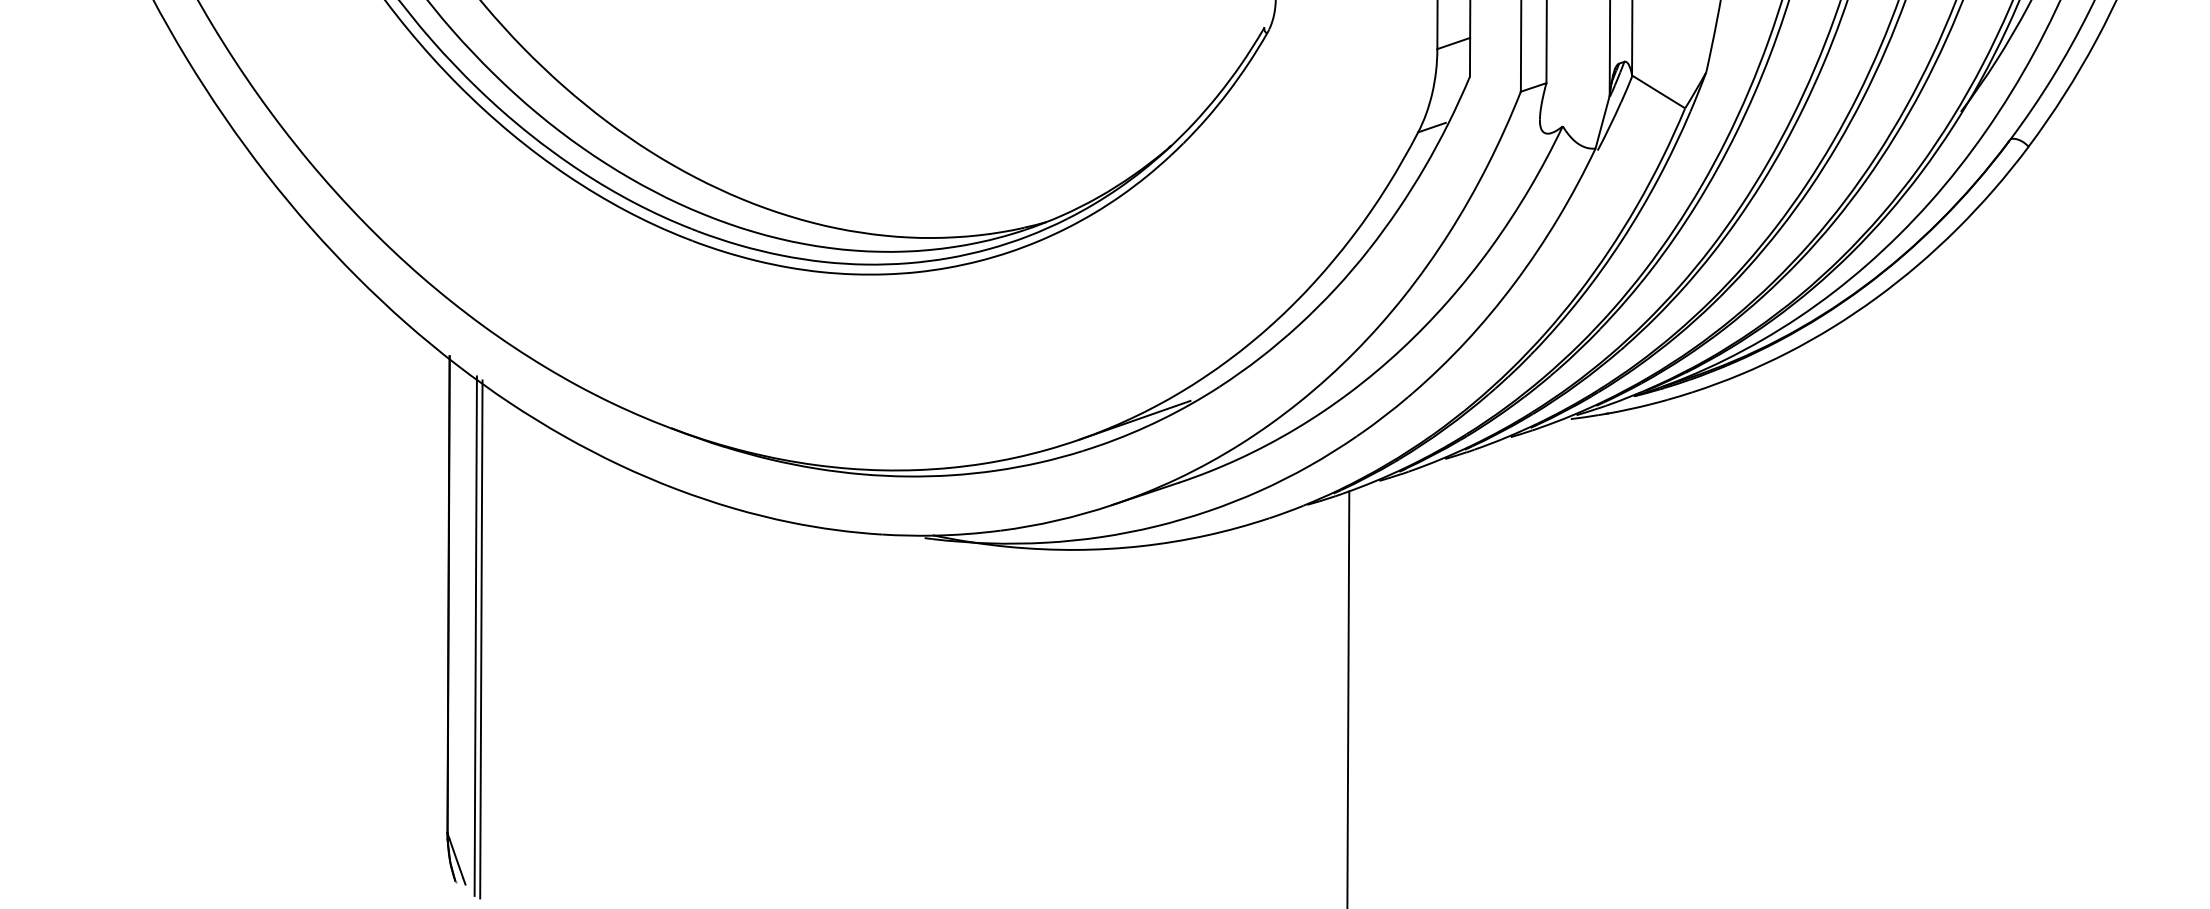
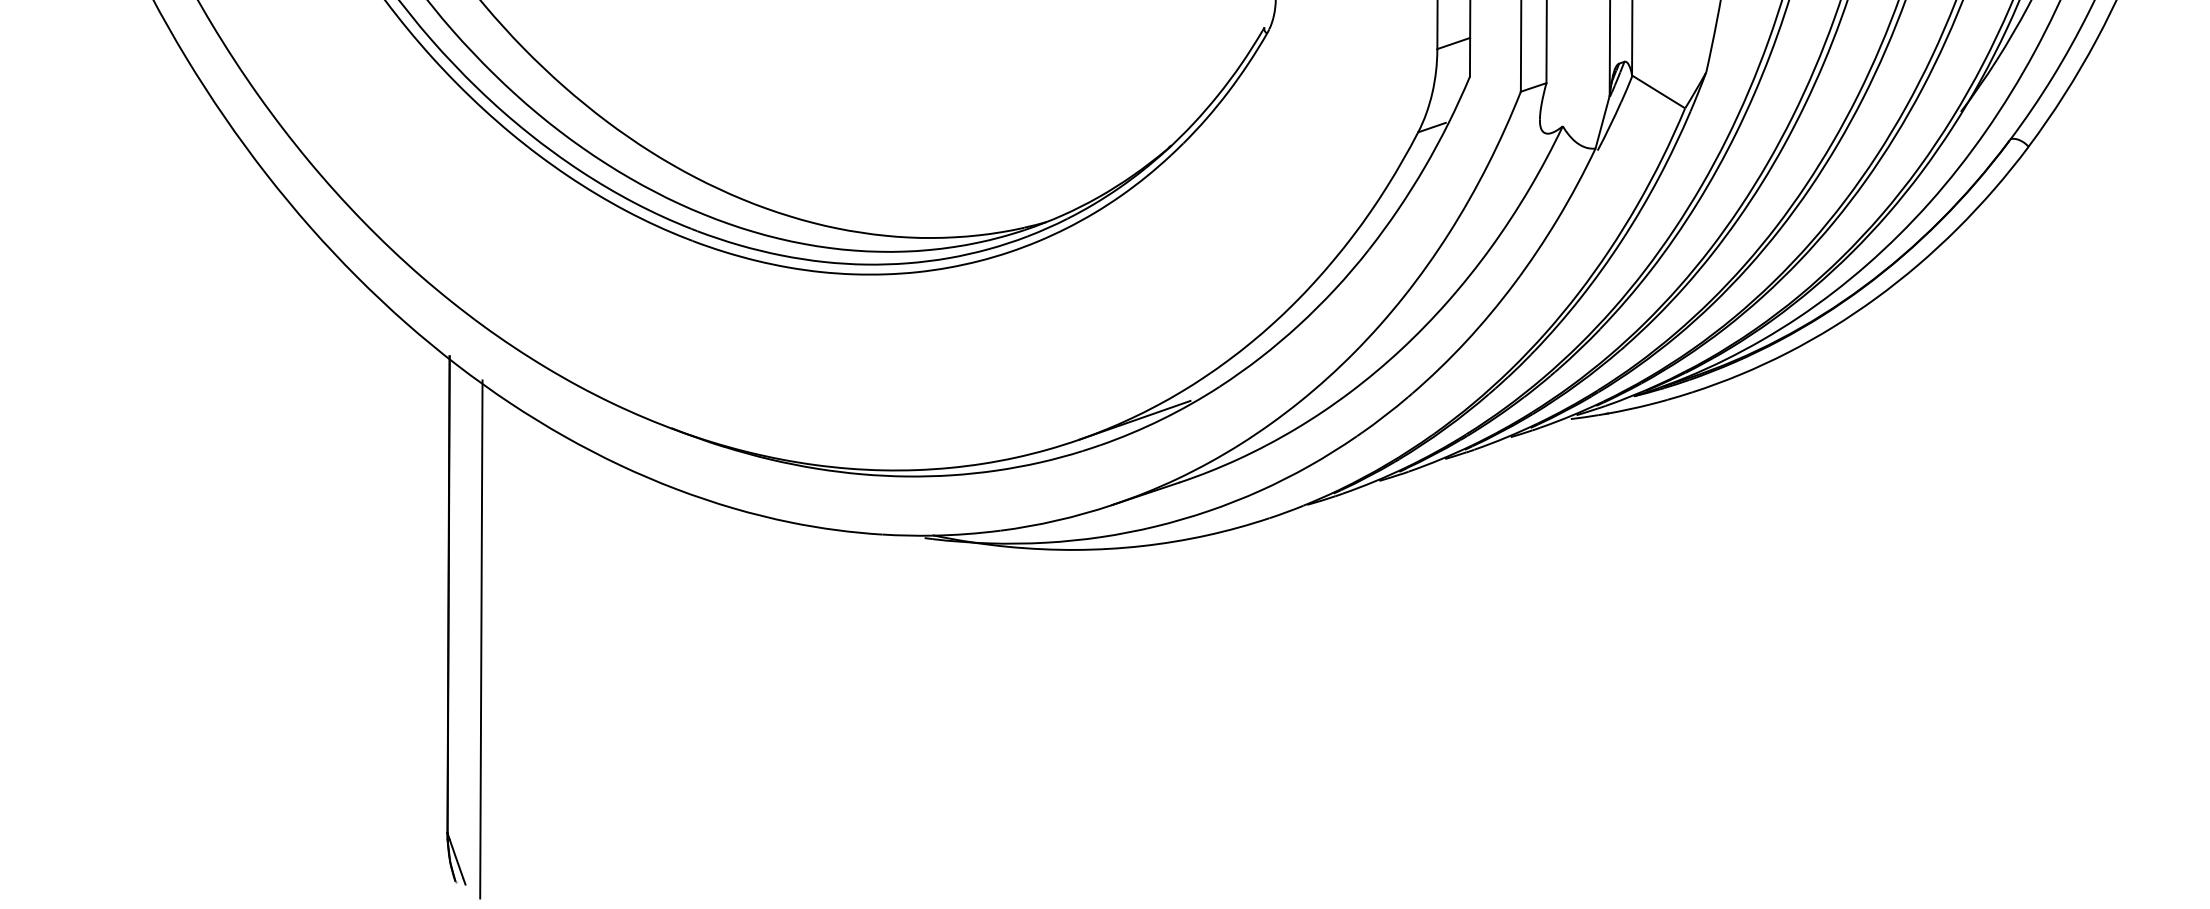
line at (475, 635): present -> none
line at (1348, 698): present -> none
